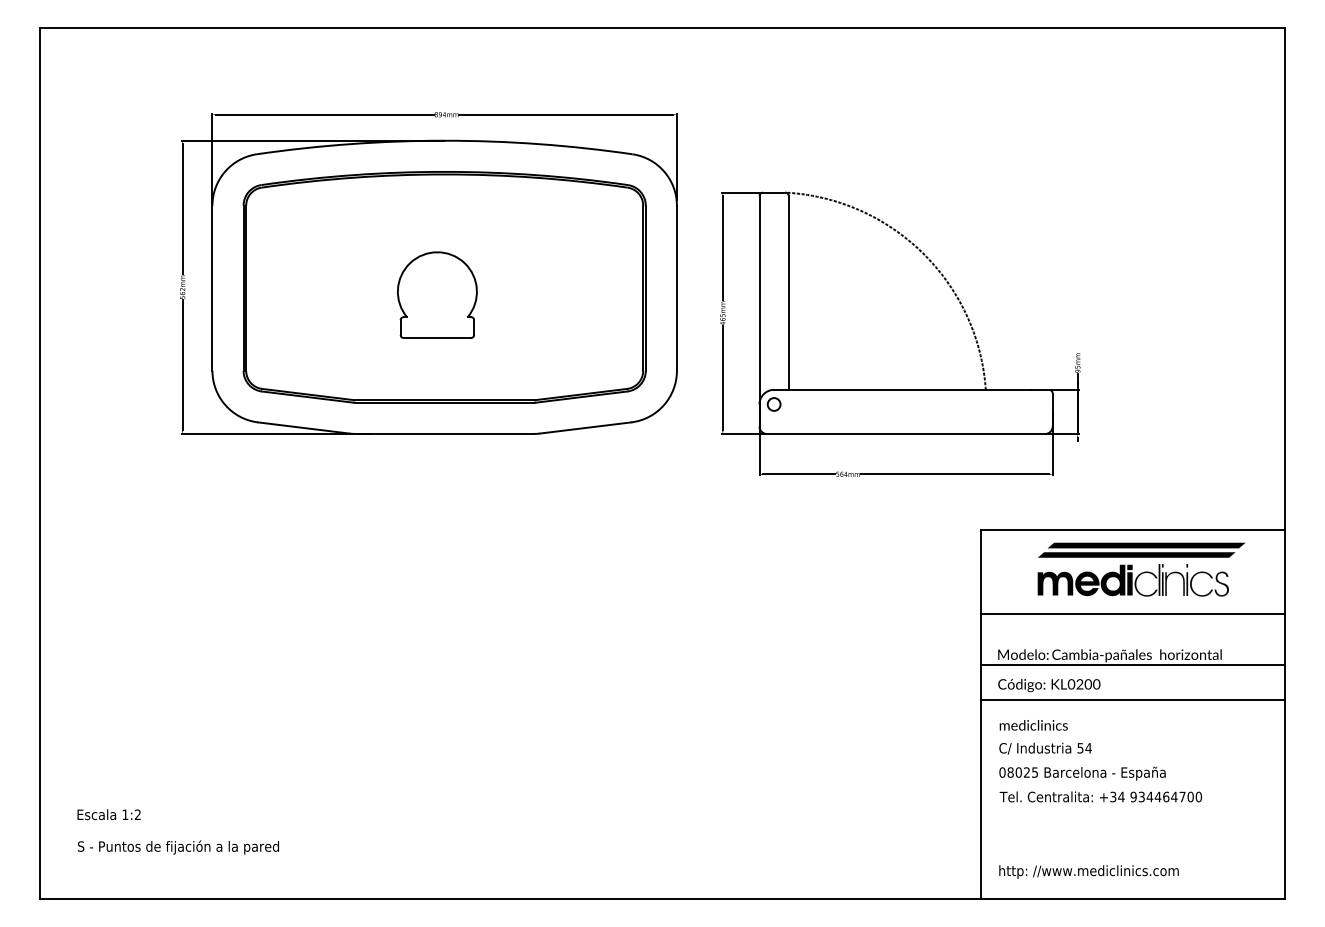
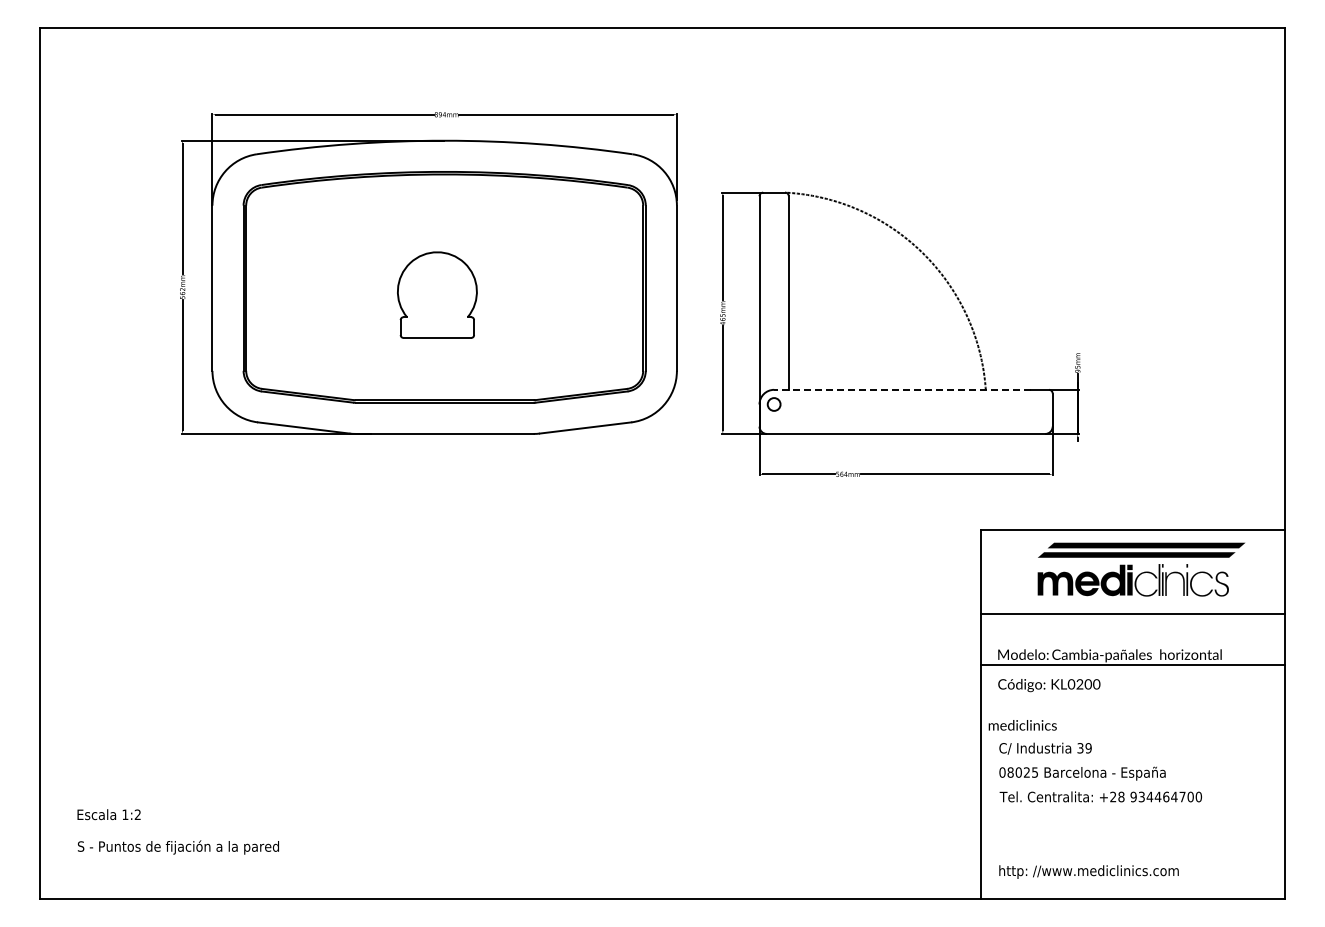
line at (901, 389): solid -> dashed
line at (1132, 699): present -> none
text at (1033, 725) position: (1033, 725) -> (1022, 725)
text at (1084, 748): 54 -> 39
text at (1117, 796): +34 -> +28
